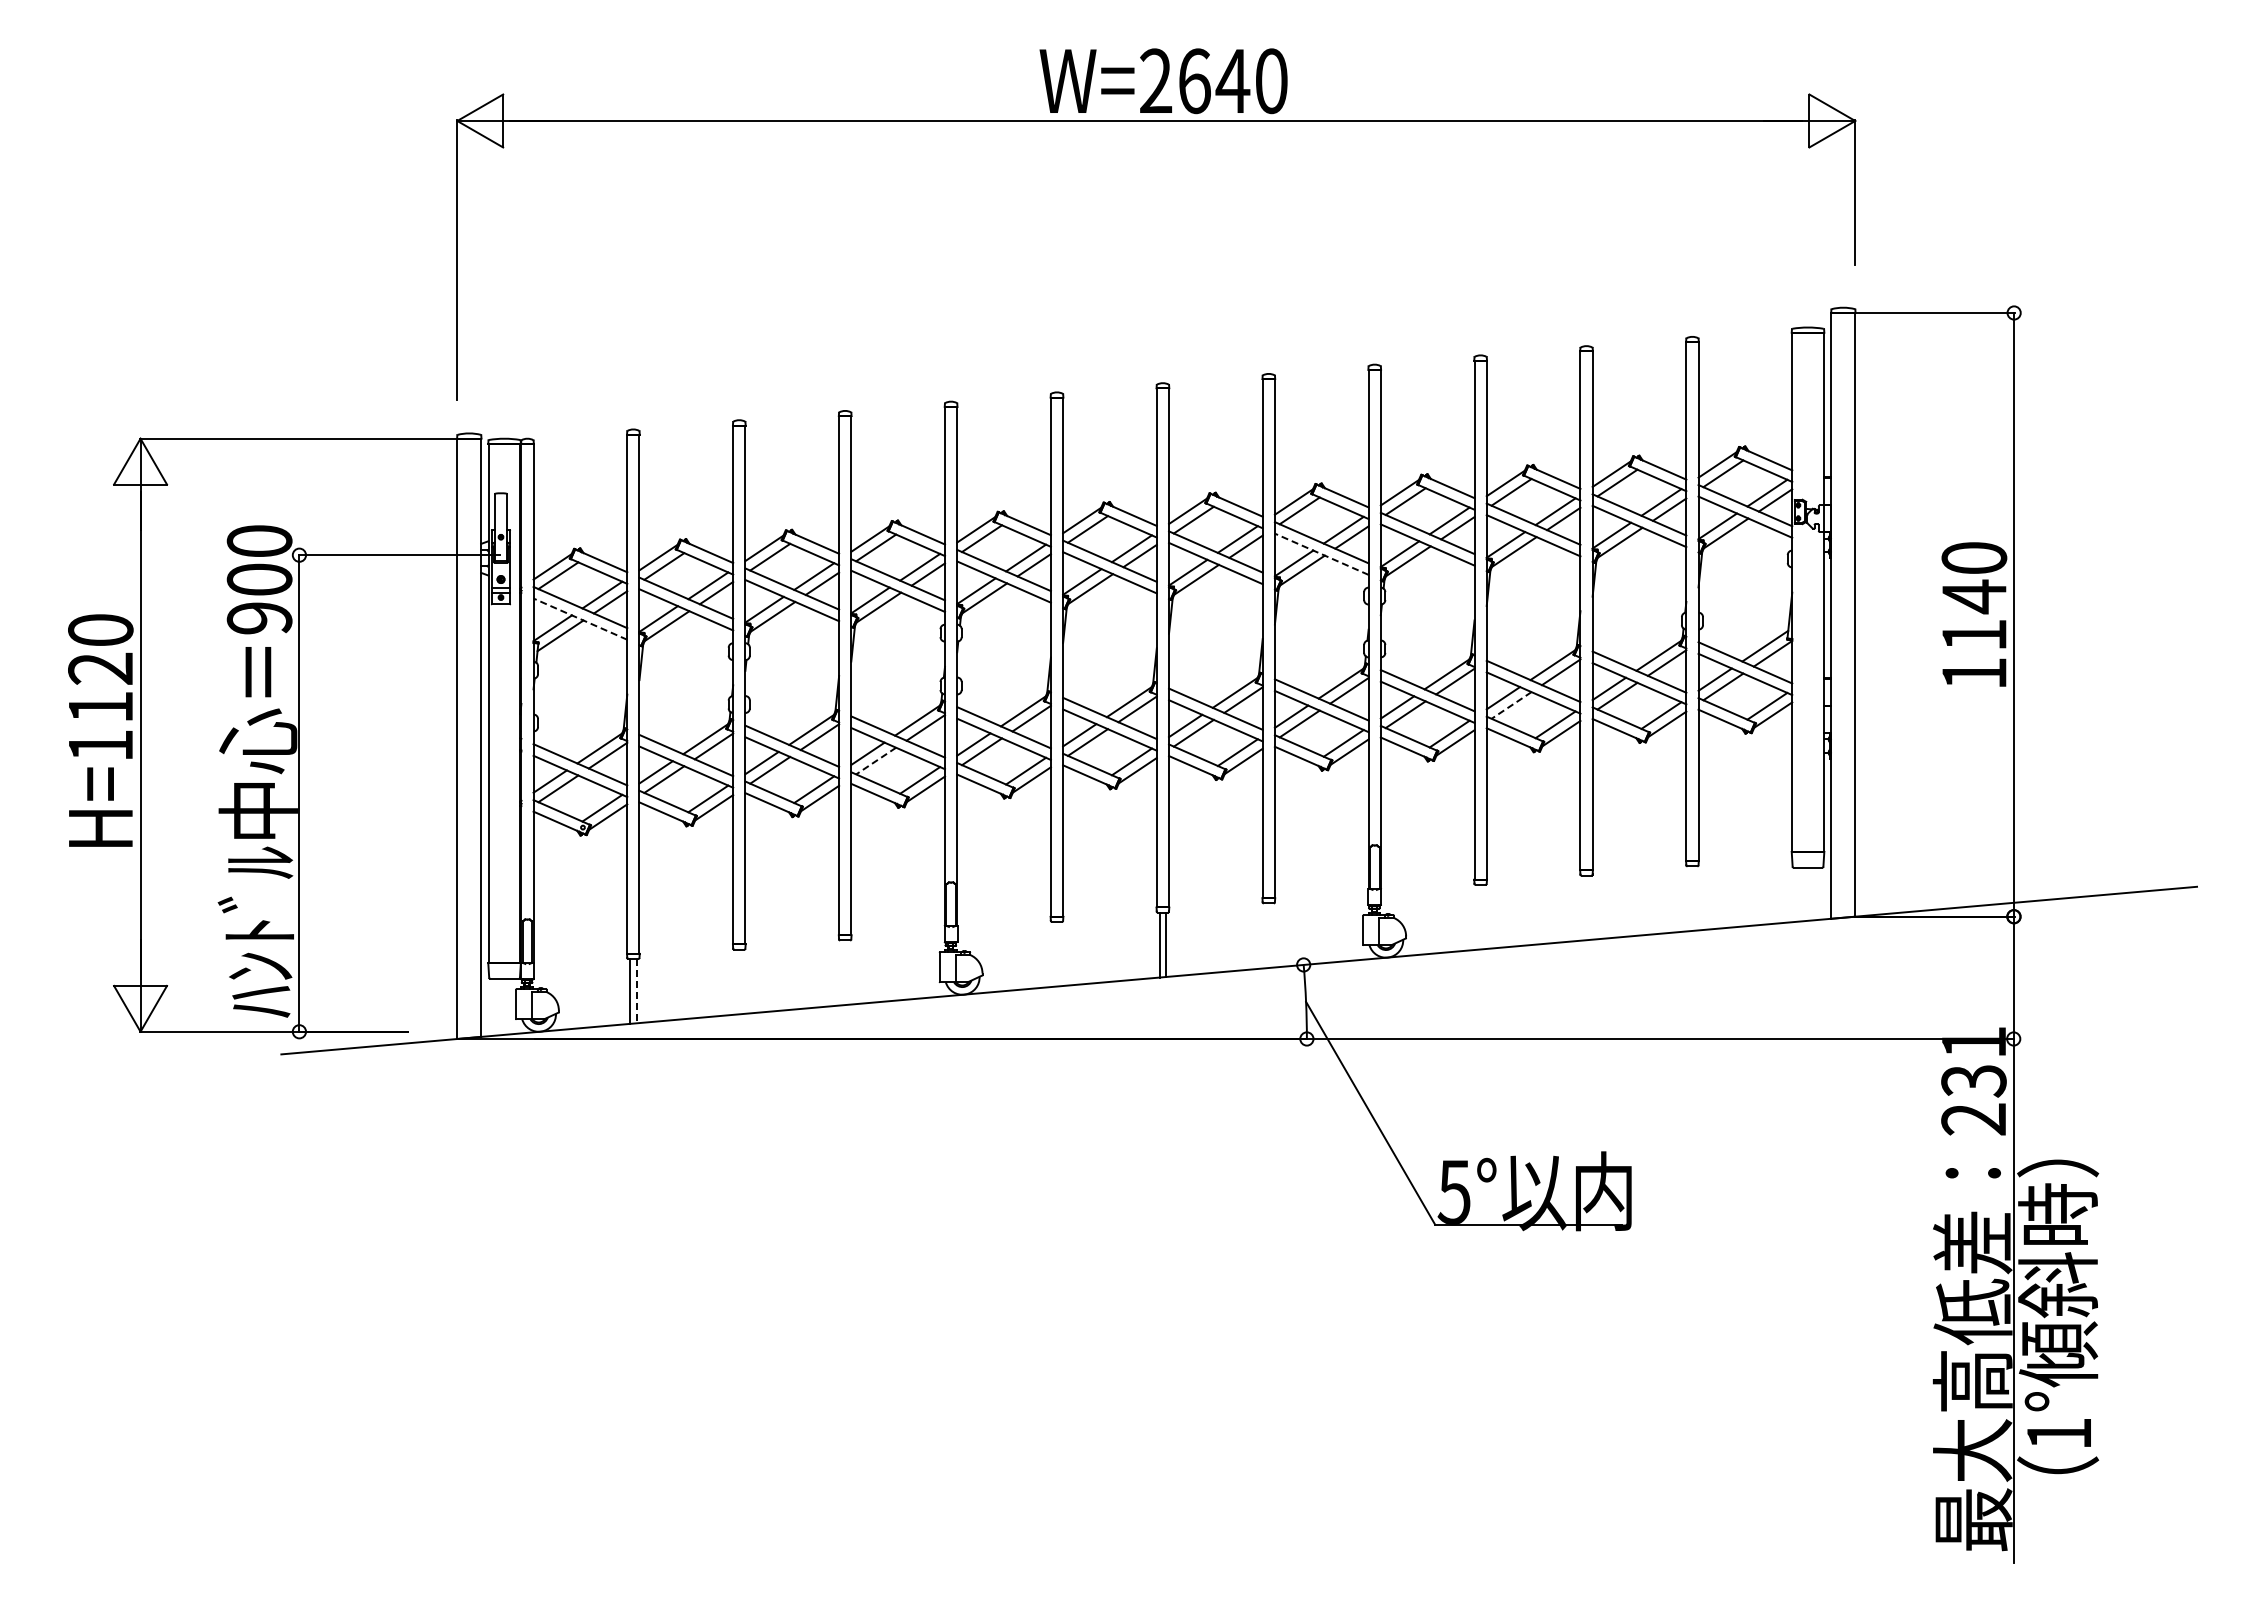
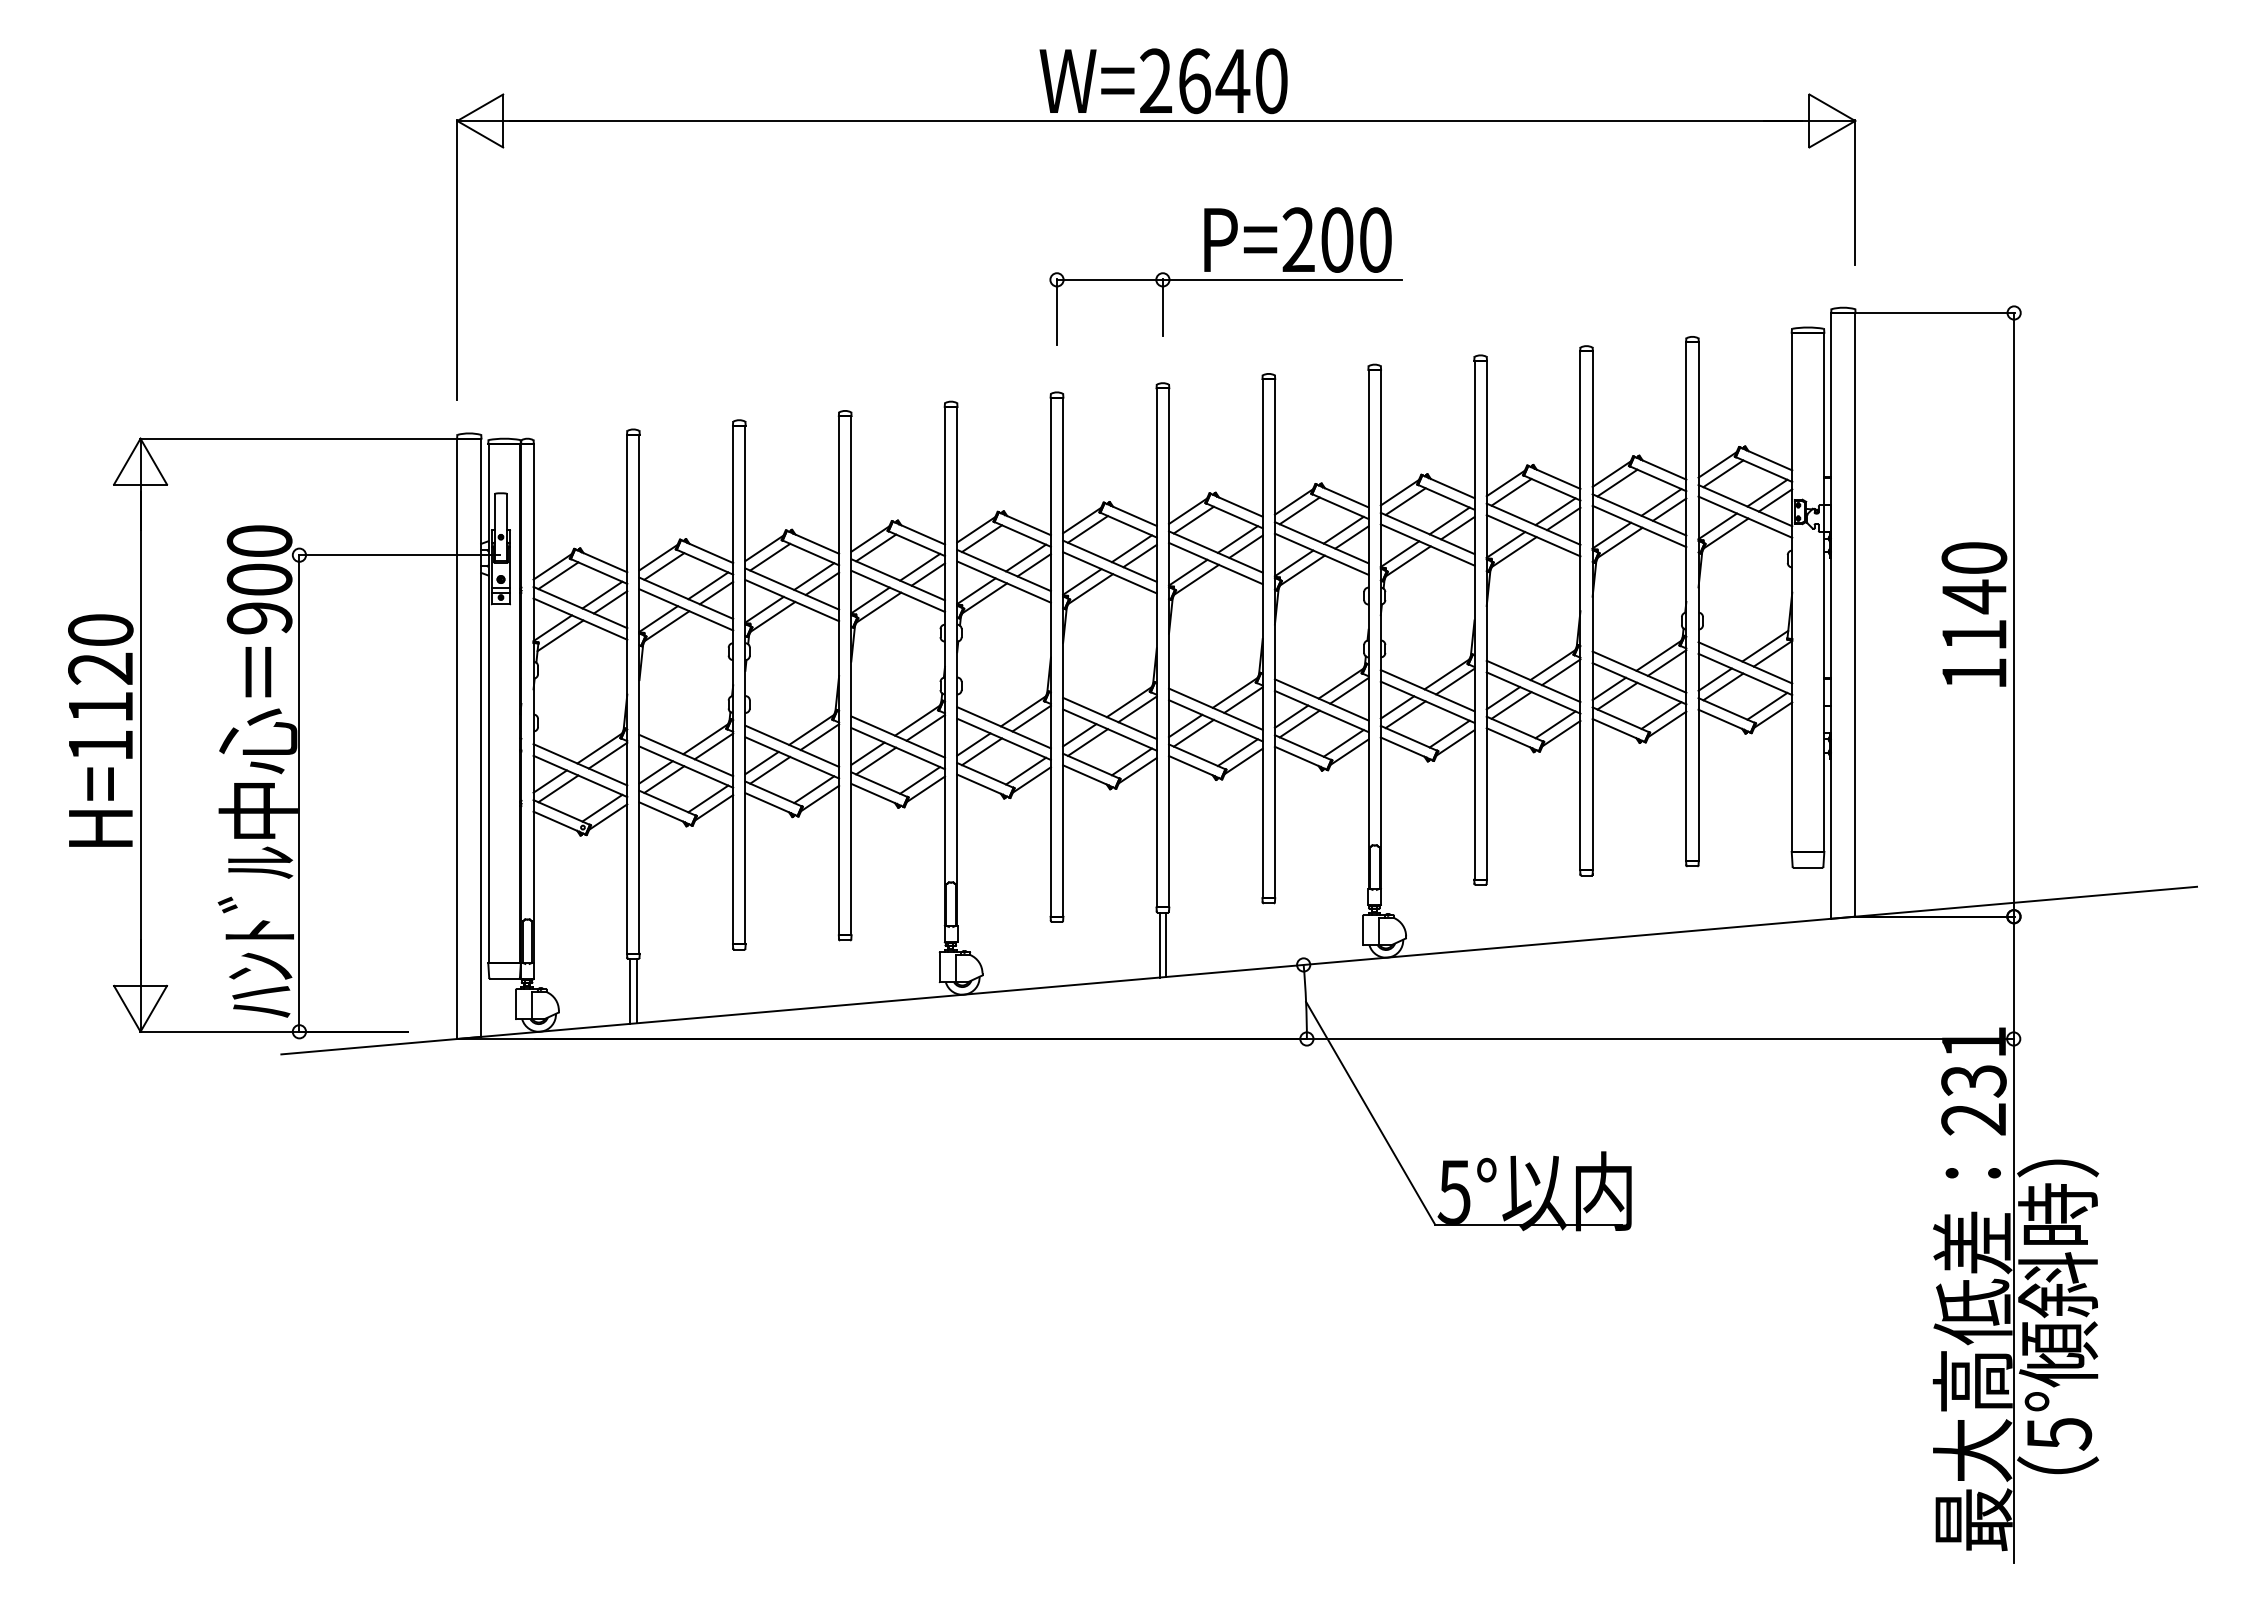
part at (1225, 276): none -> present
line at (1321, 554): dashed -> solid
line at (579, 618): dashed -> solid
line at (1511, 705): dashed -> solid
line at (875, 761): dashed -> solid
line at (636, 991): dashed -> solid
text at (2059, 1434): 1° -> 5°
